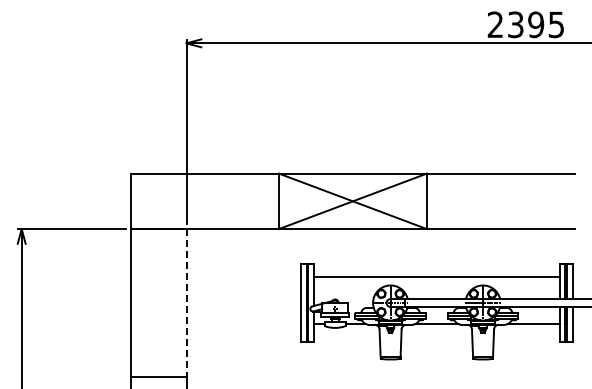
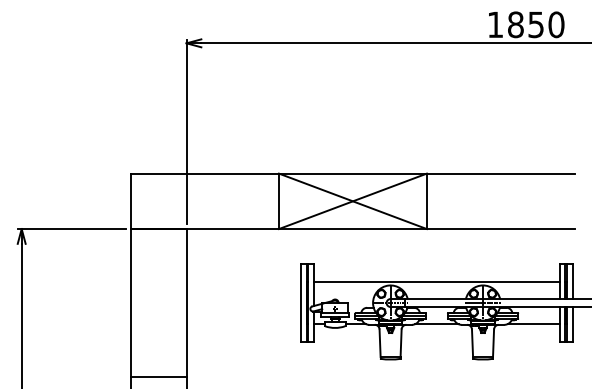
text at (525, 24): 2395 -> 1850
line at (436, 276) position: (436, 276) -> (436, 281)
line at (186, 303): dashed -> solid
